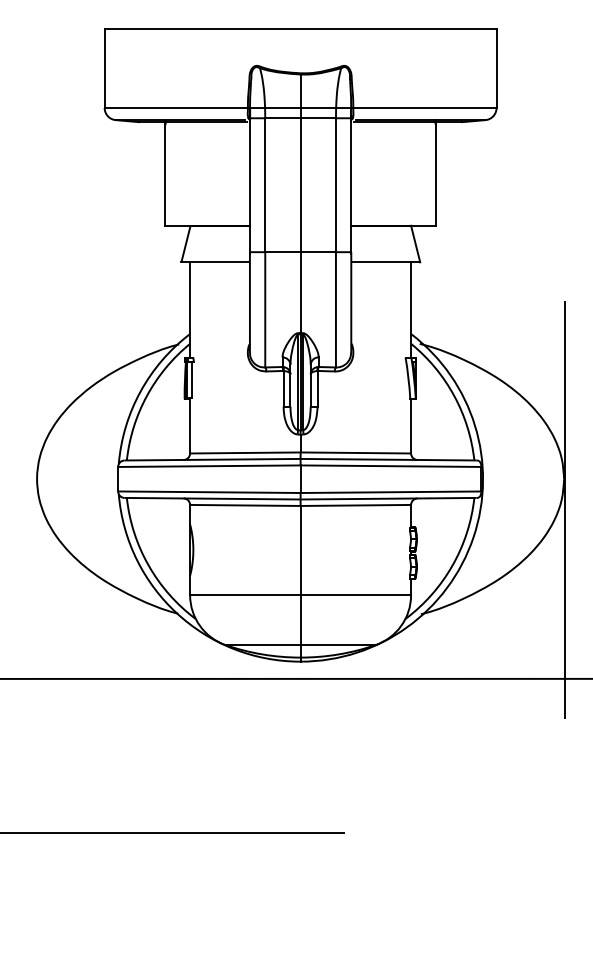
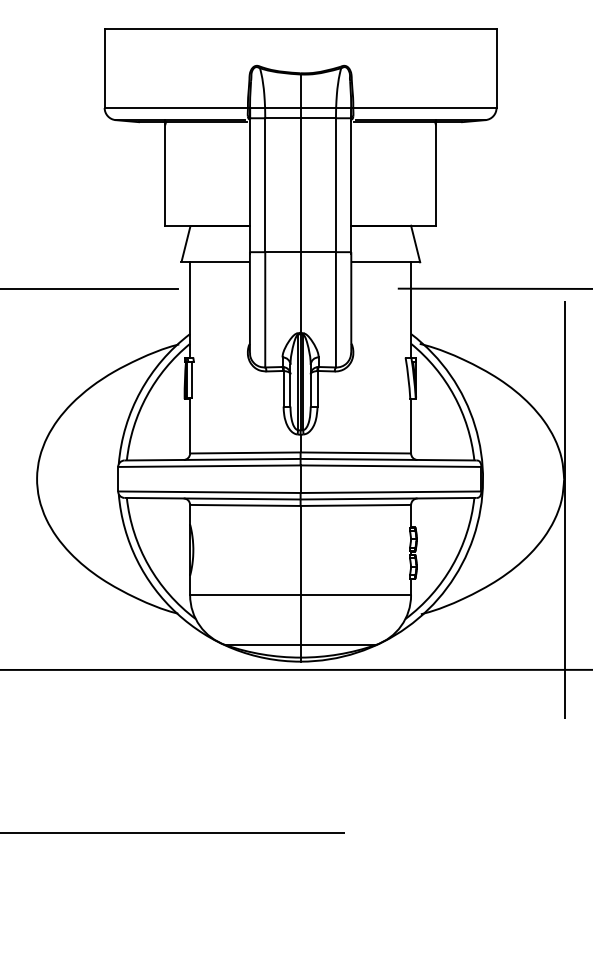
line at (89, 288): none -> present
line at (493, 288): none -> present
line at (295, 678) position: (295, 678) -> (295, 669)
